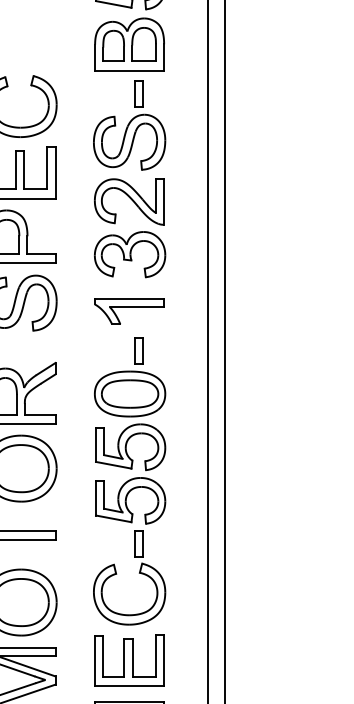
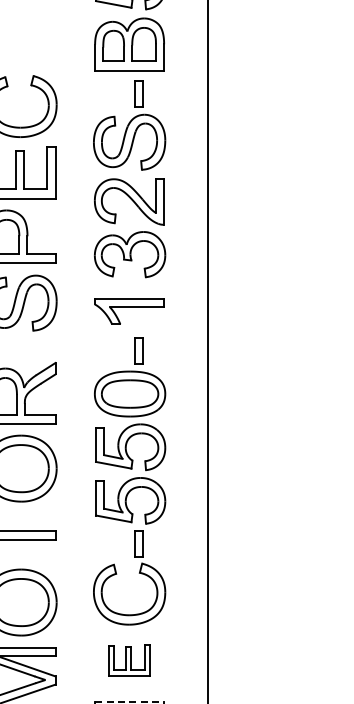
line at (225, 351): present -> none
part at (129, 660) size: 71x53 px -> 43x33 px
line at (129, 702): solid -> dashed
